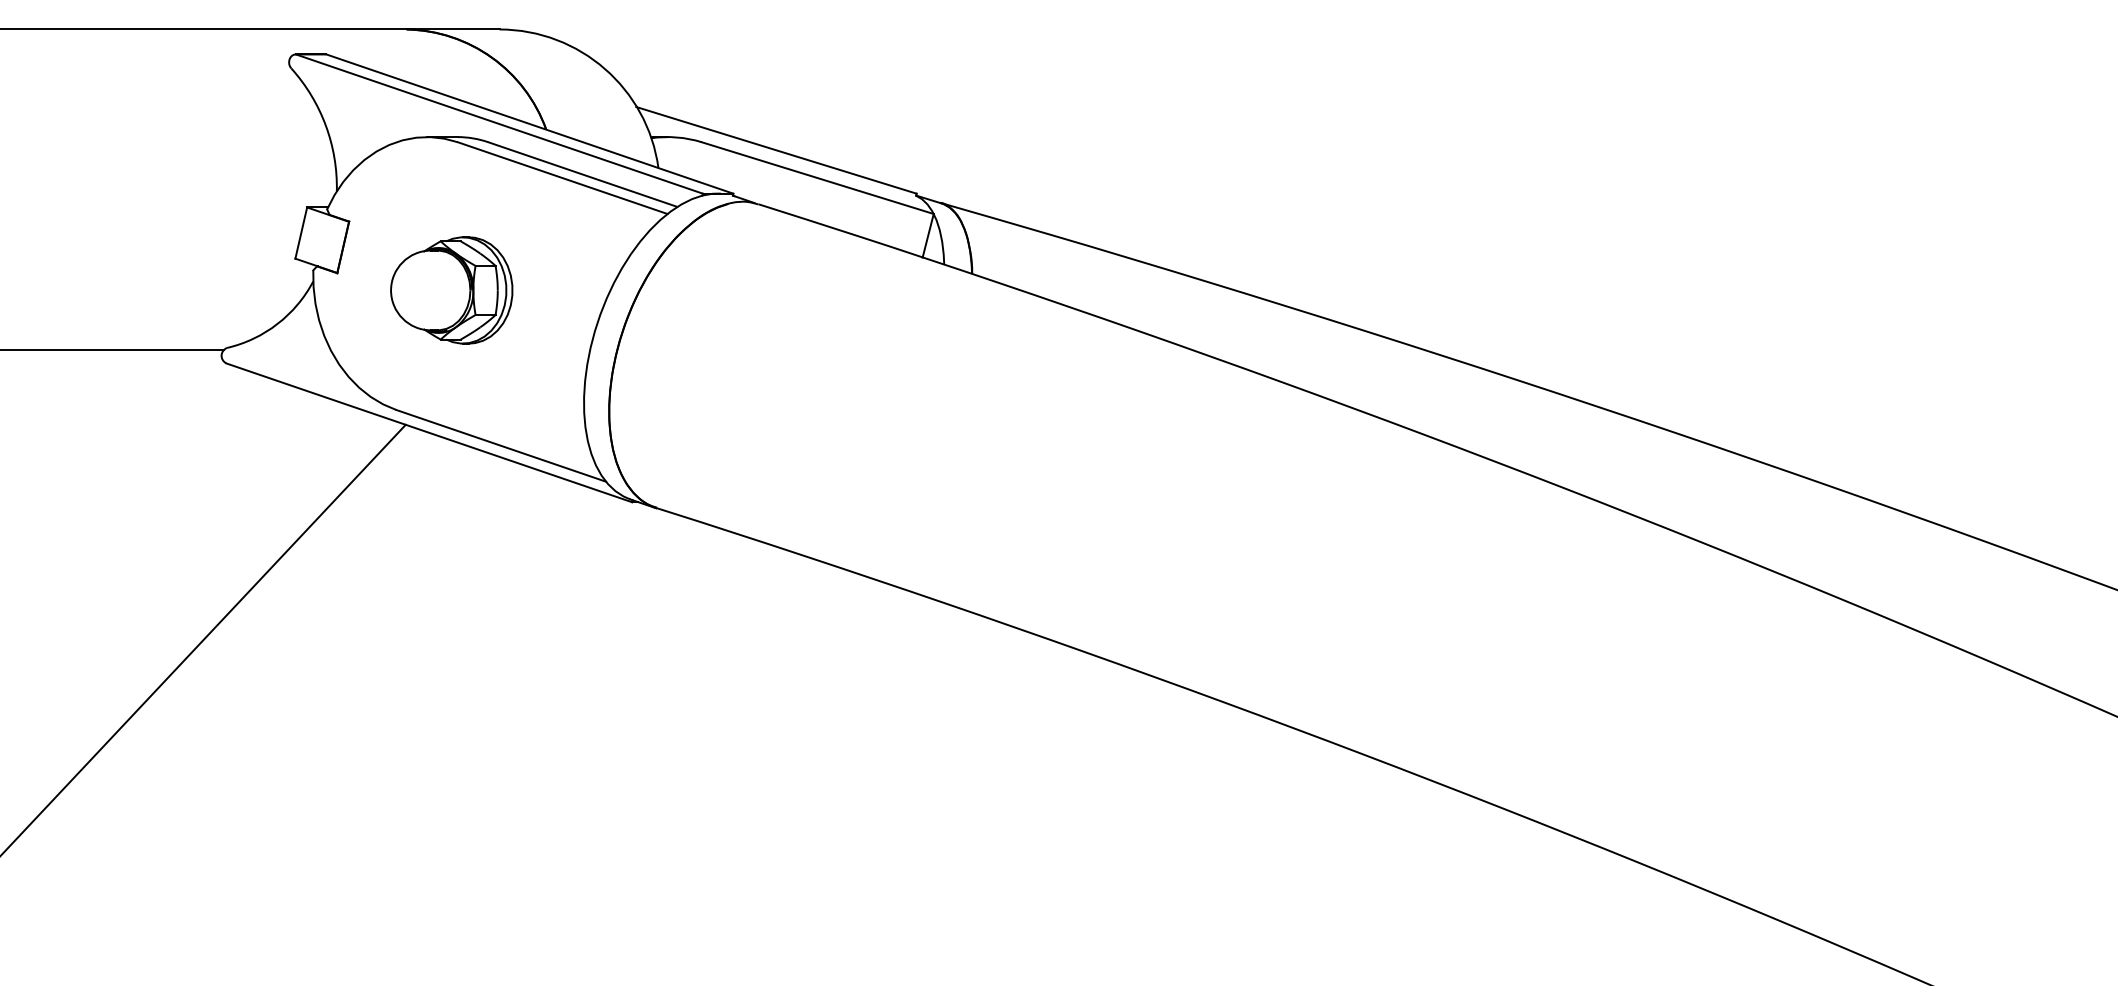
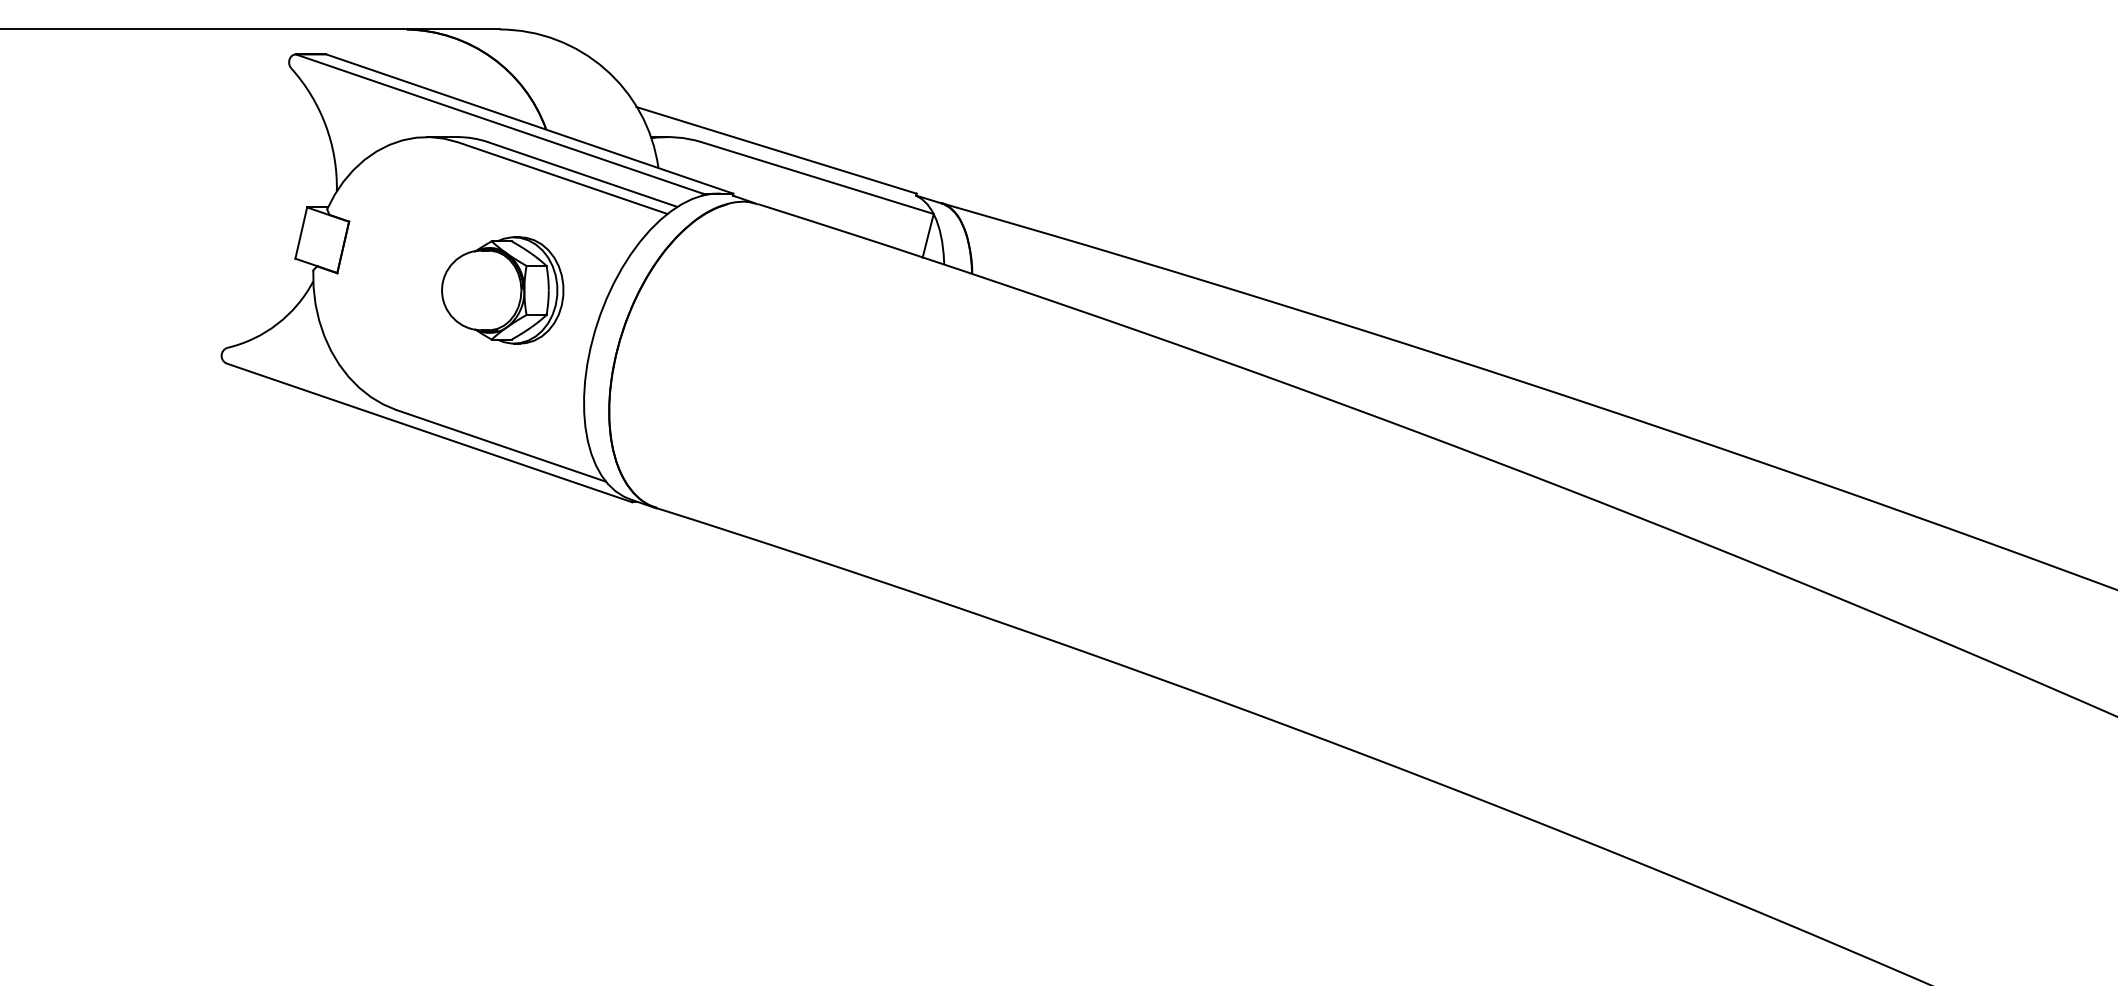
part at (451, 290) position: (451, 290) -> (502, 290)
line at (112, 350): present -> none
line at (203, 639): present -> none
